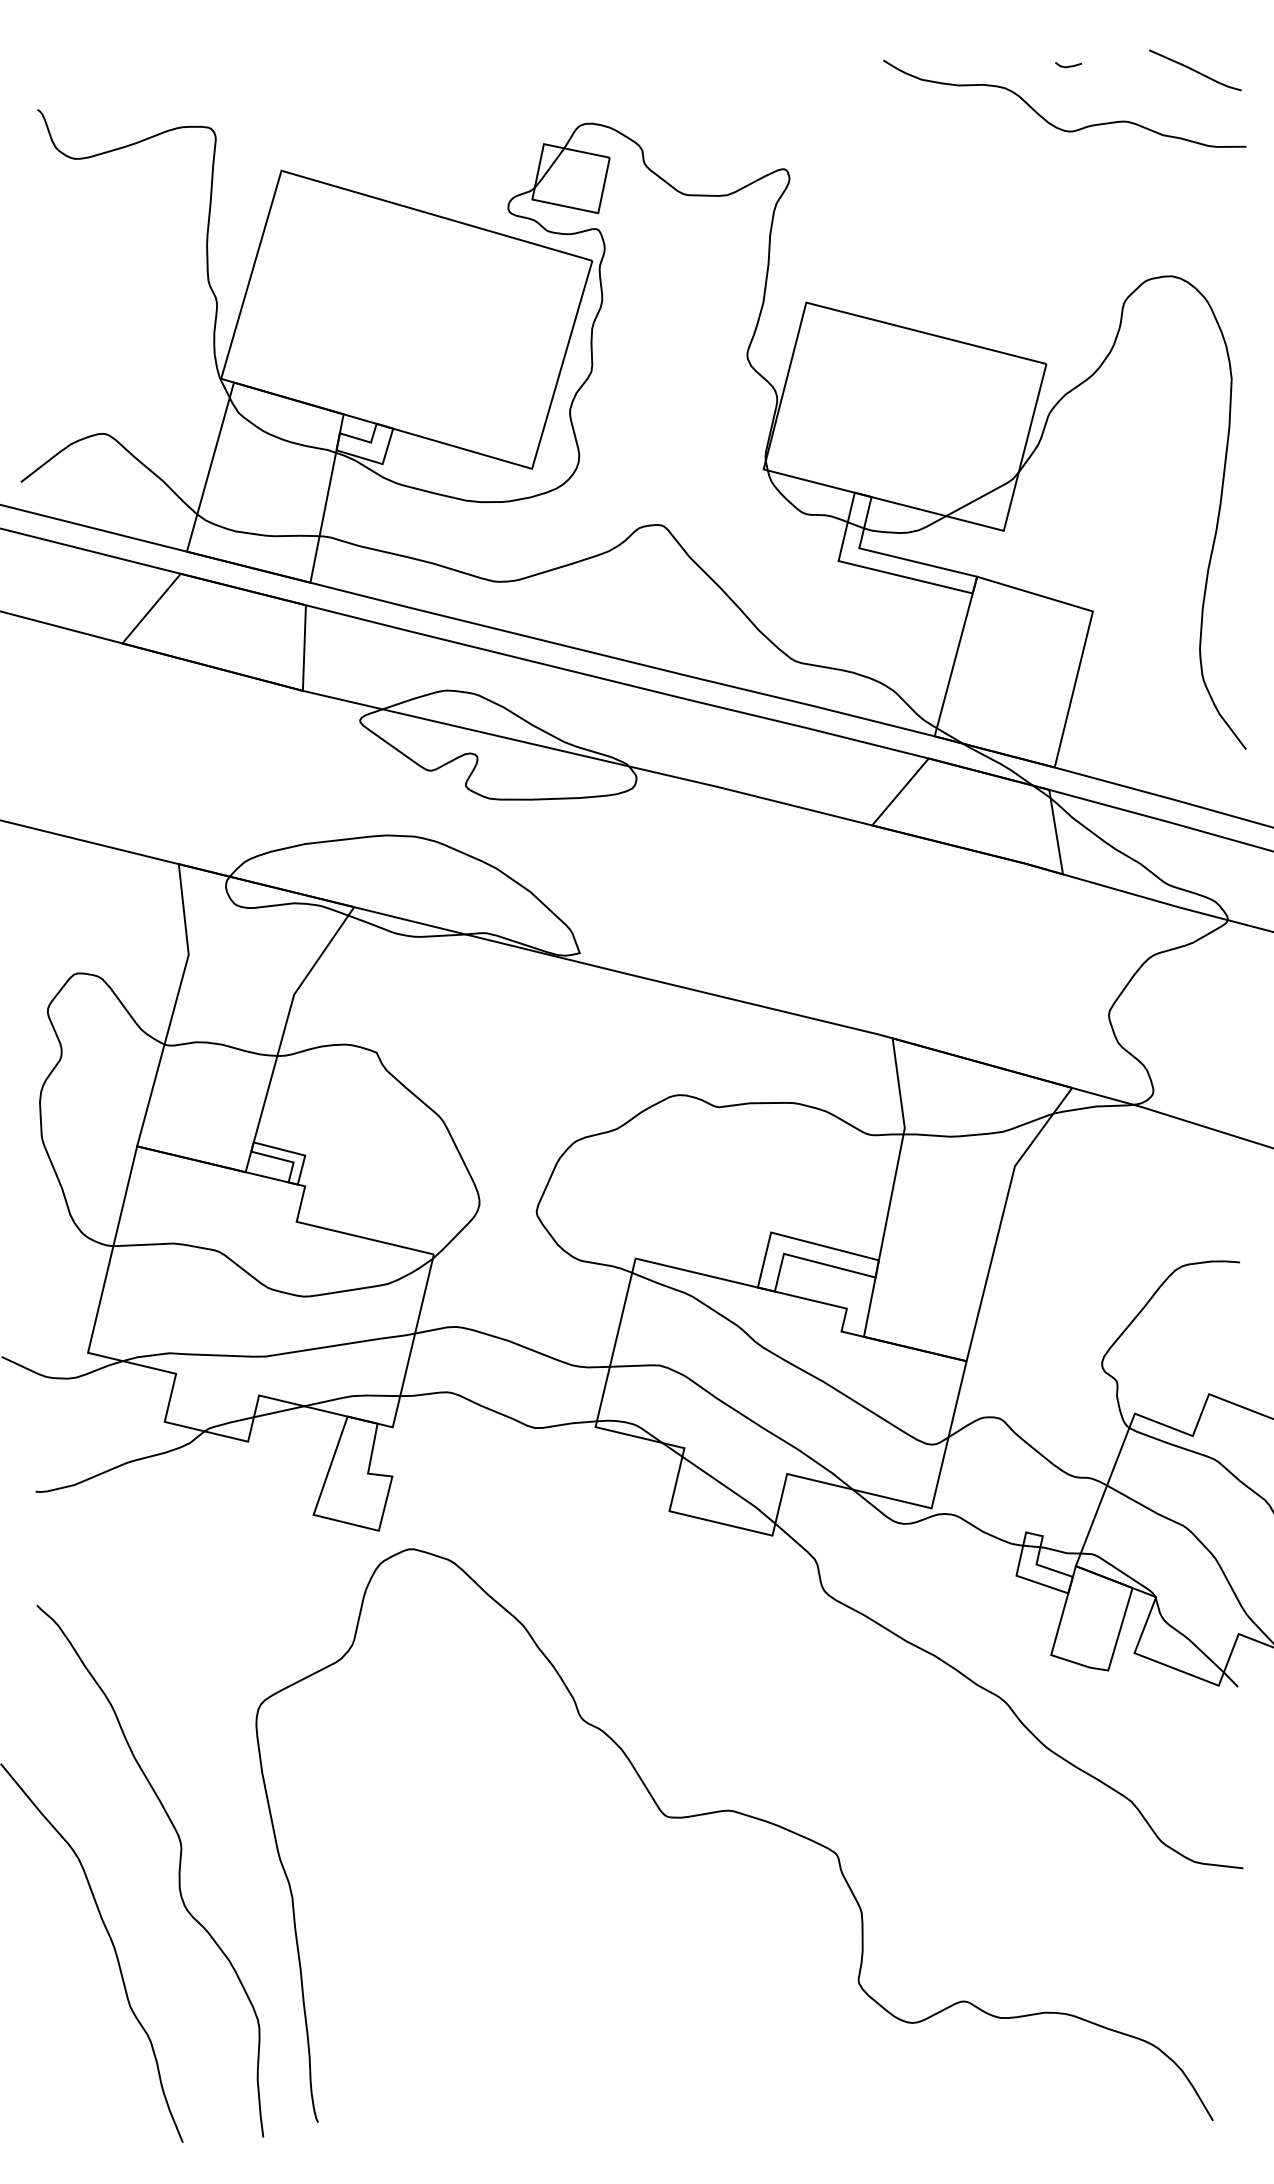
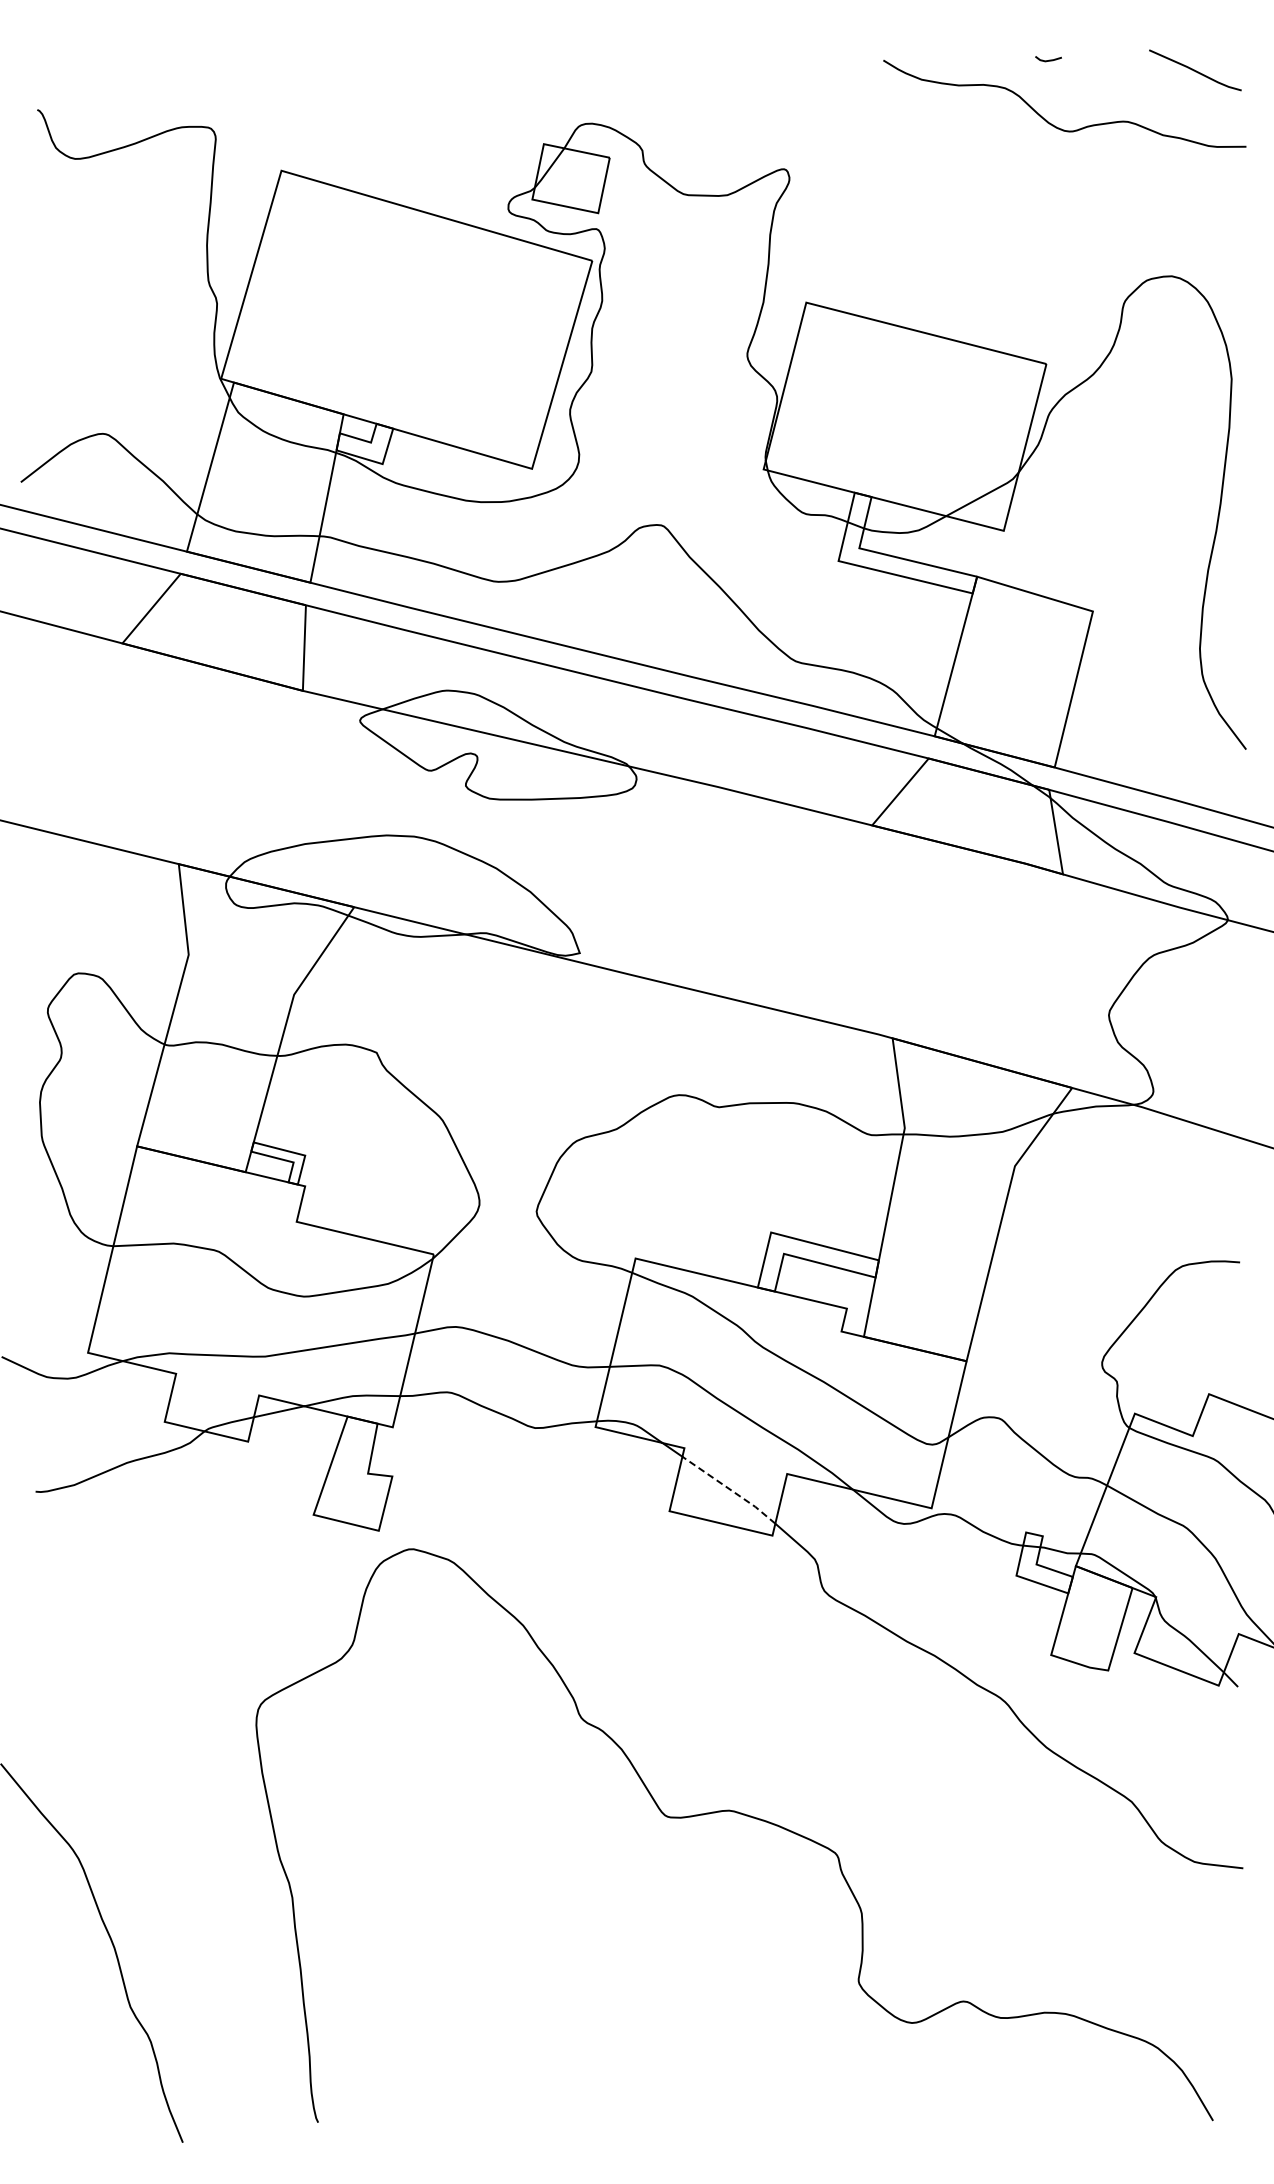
line at (1069, 65) position: (1069, 65) -> (1049, 59)
line at (730, 1489): solid -> dashed
curve at (178, 1870): present -> none
